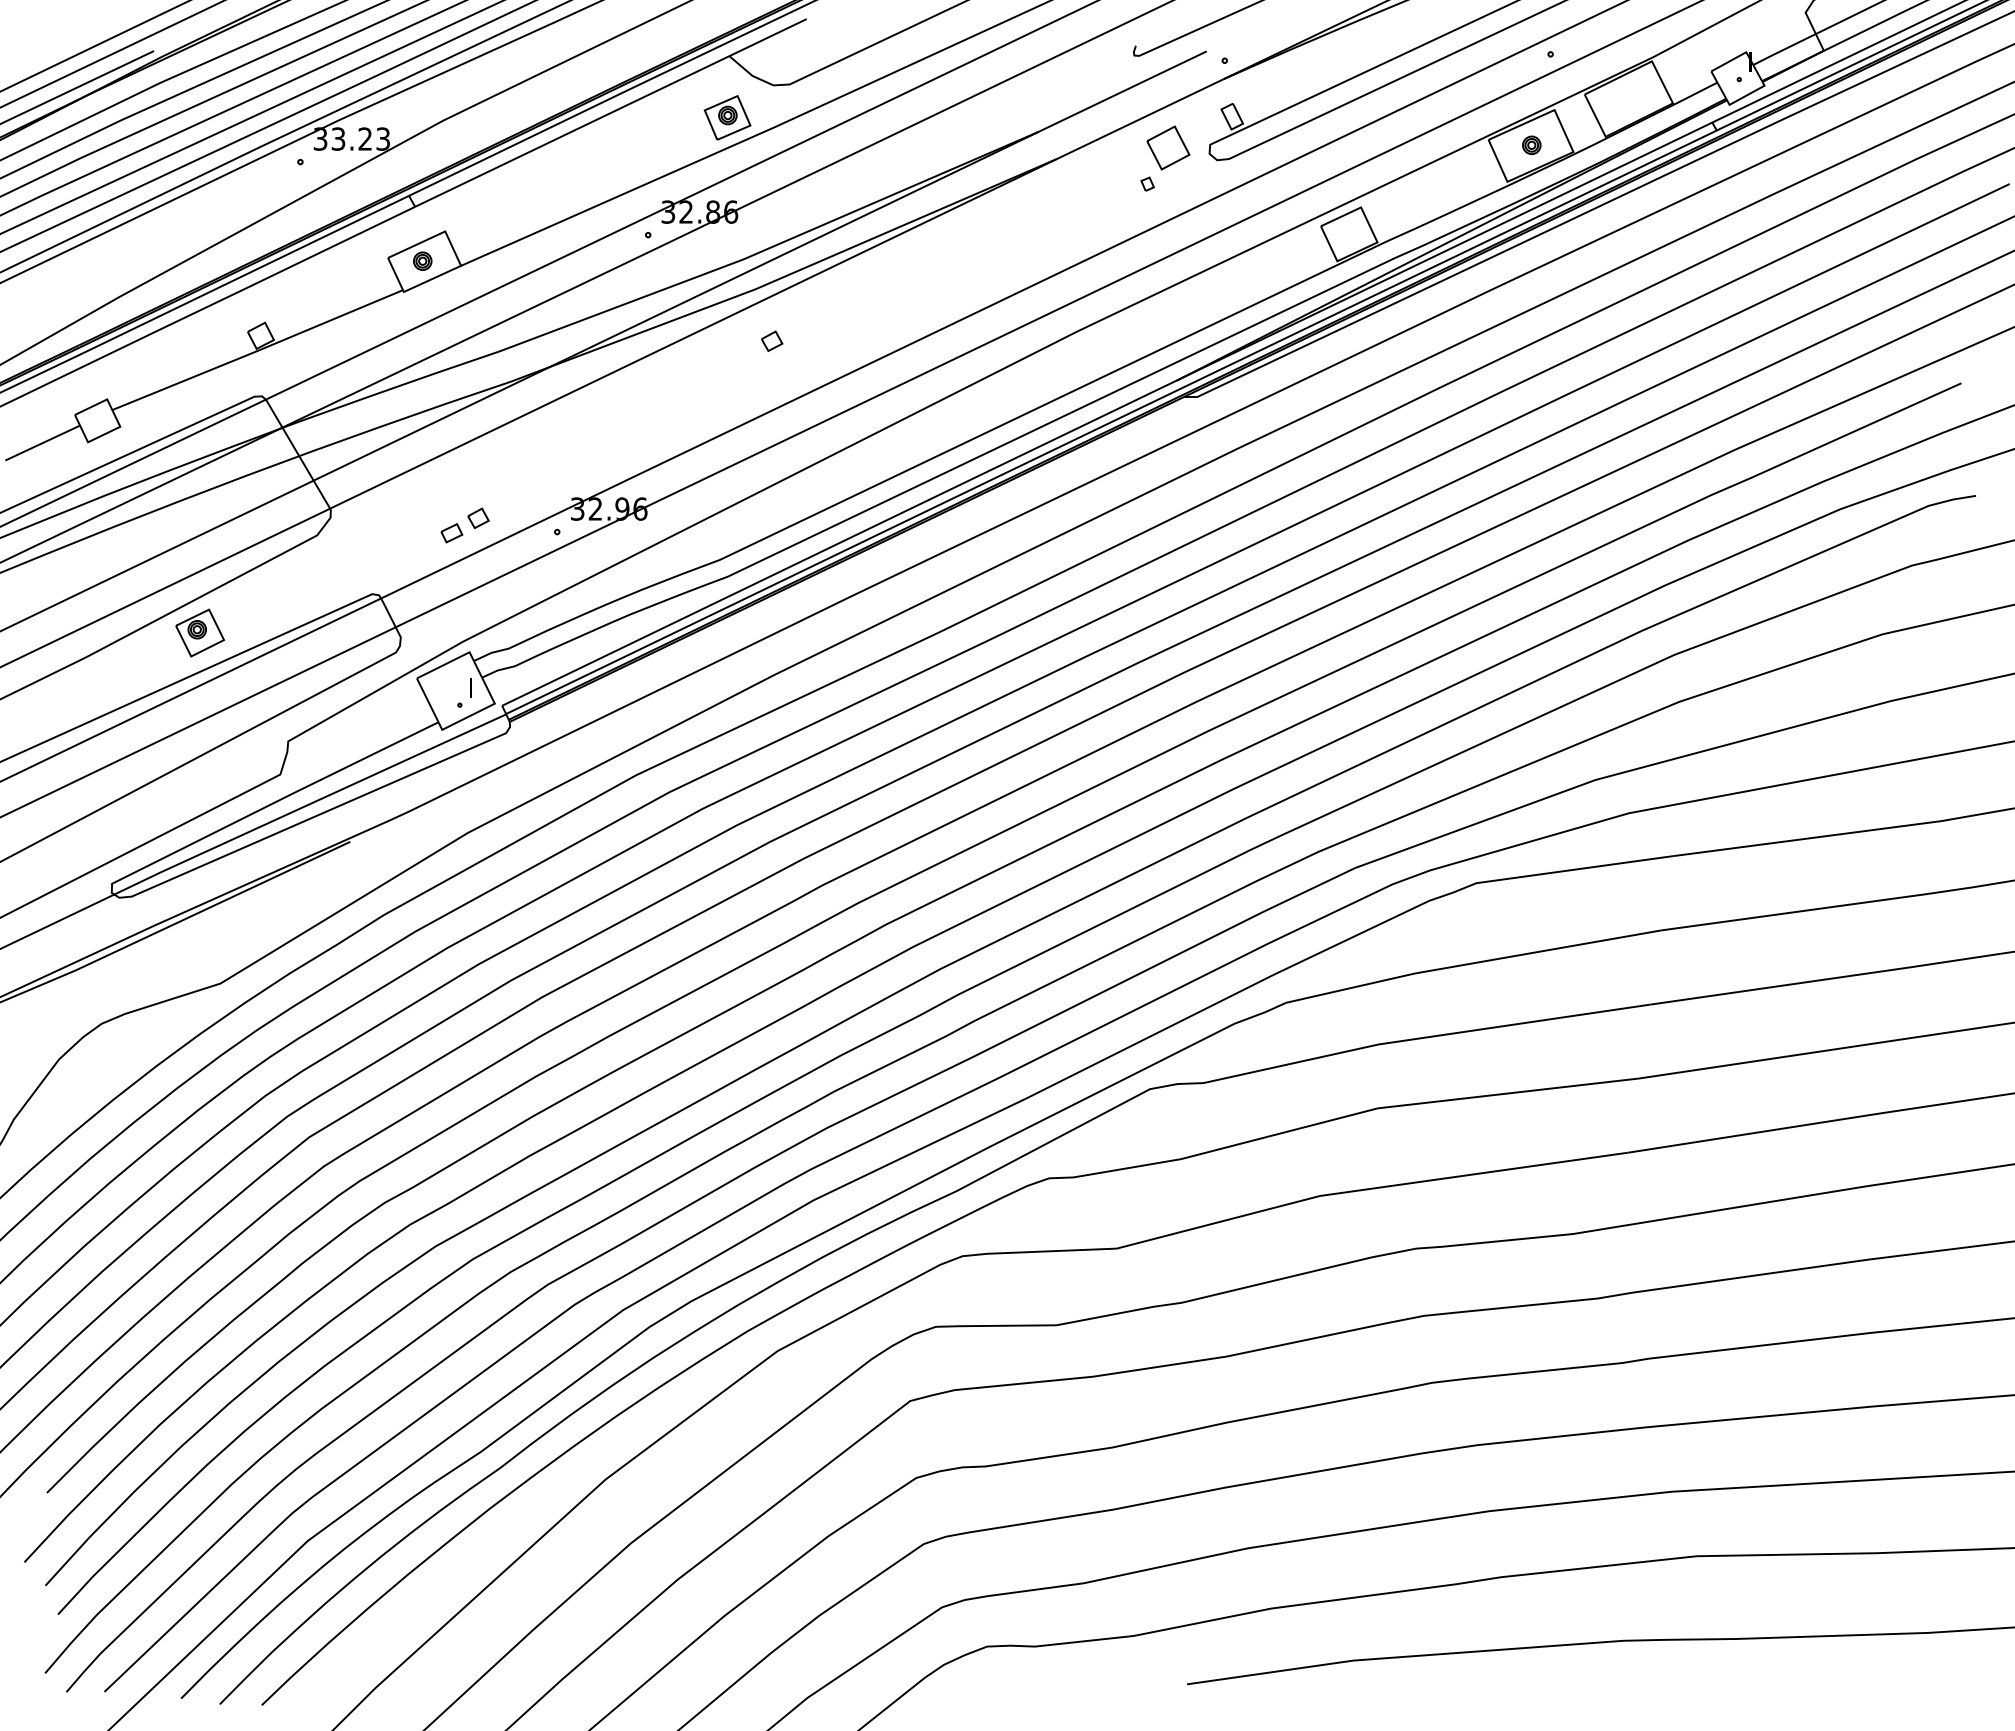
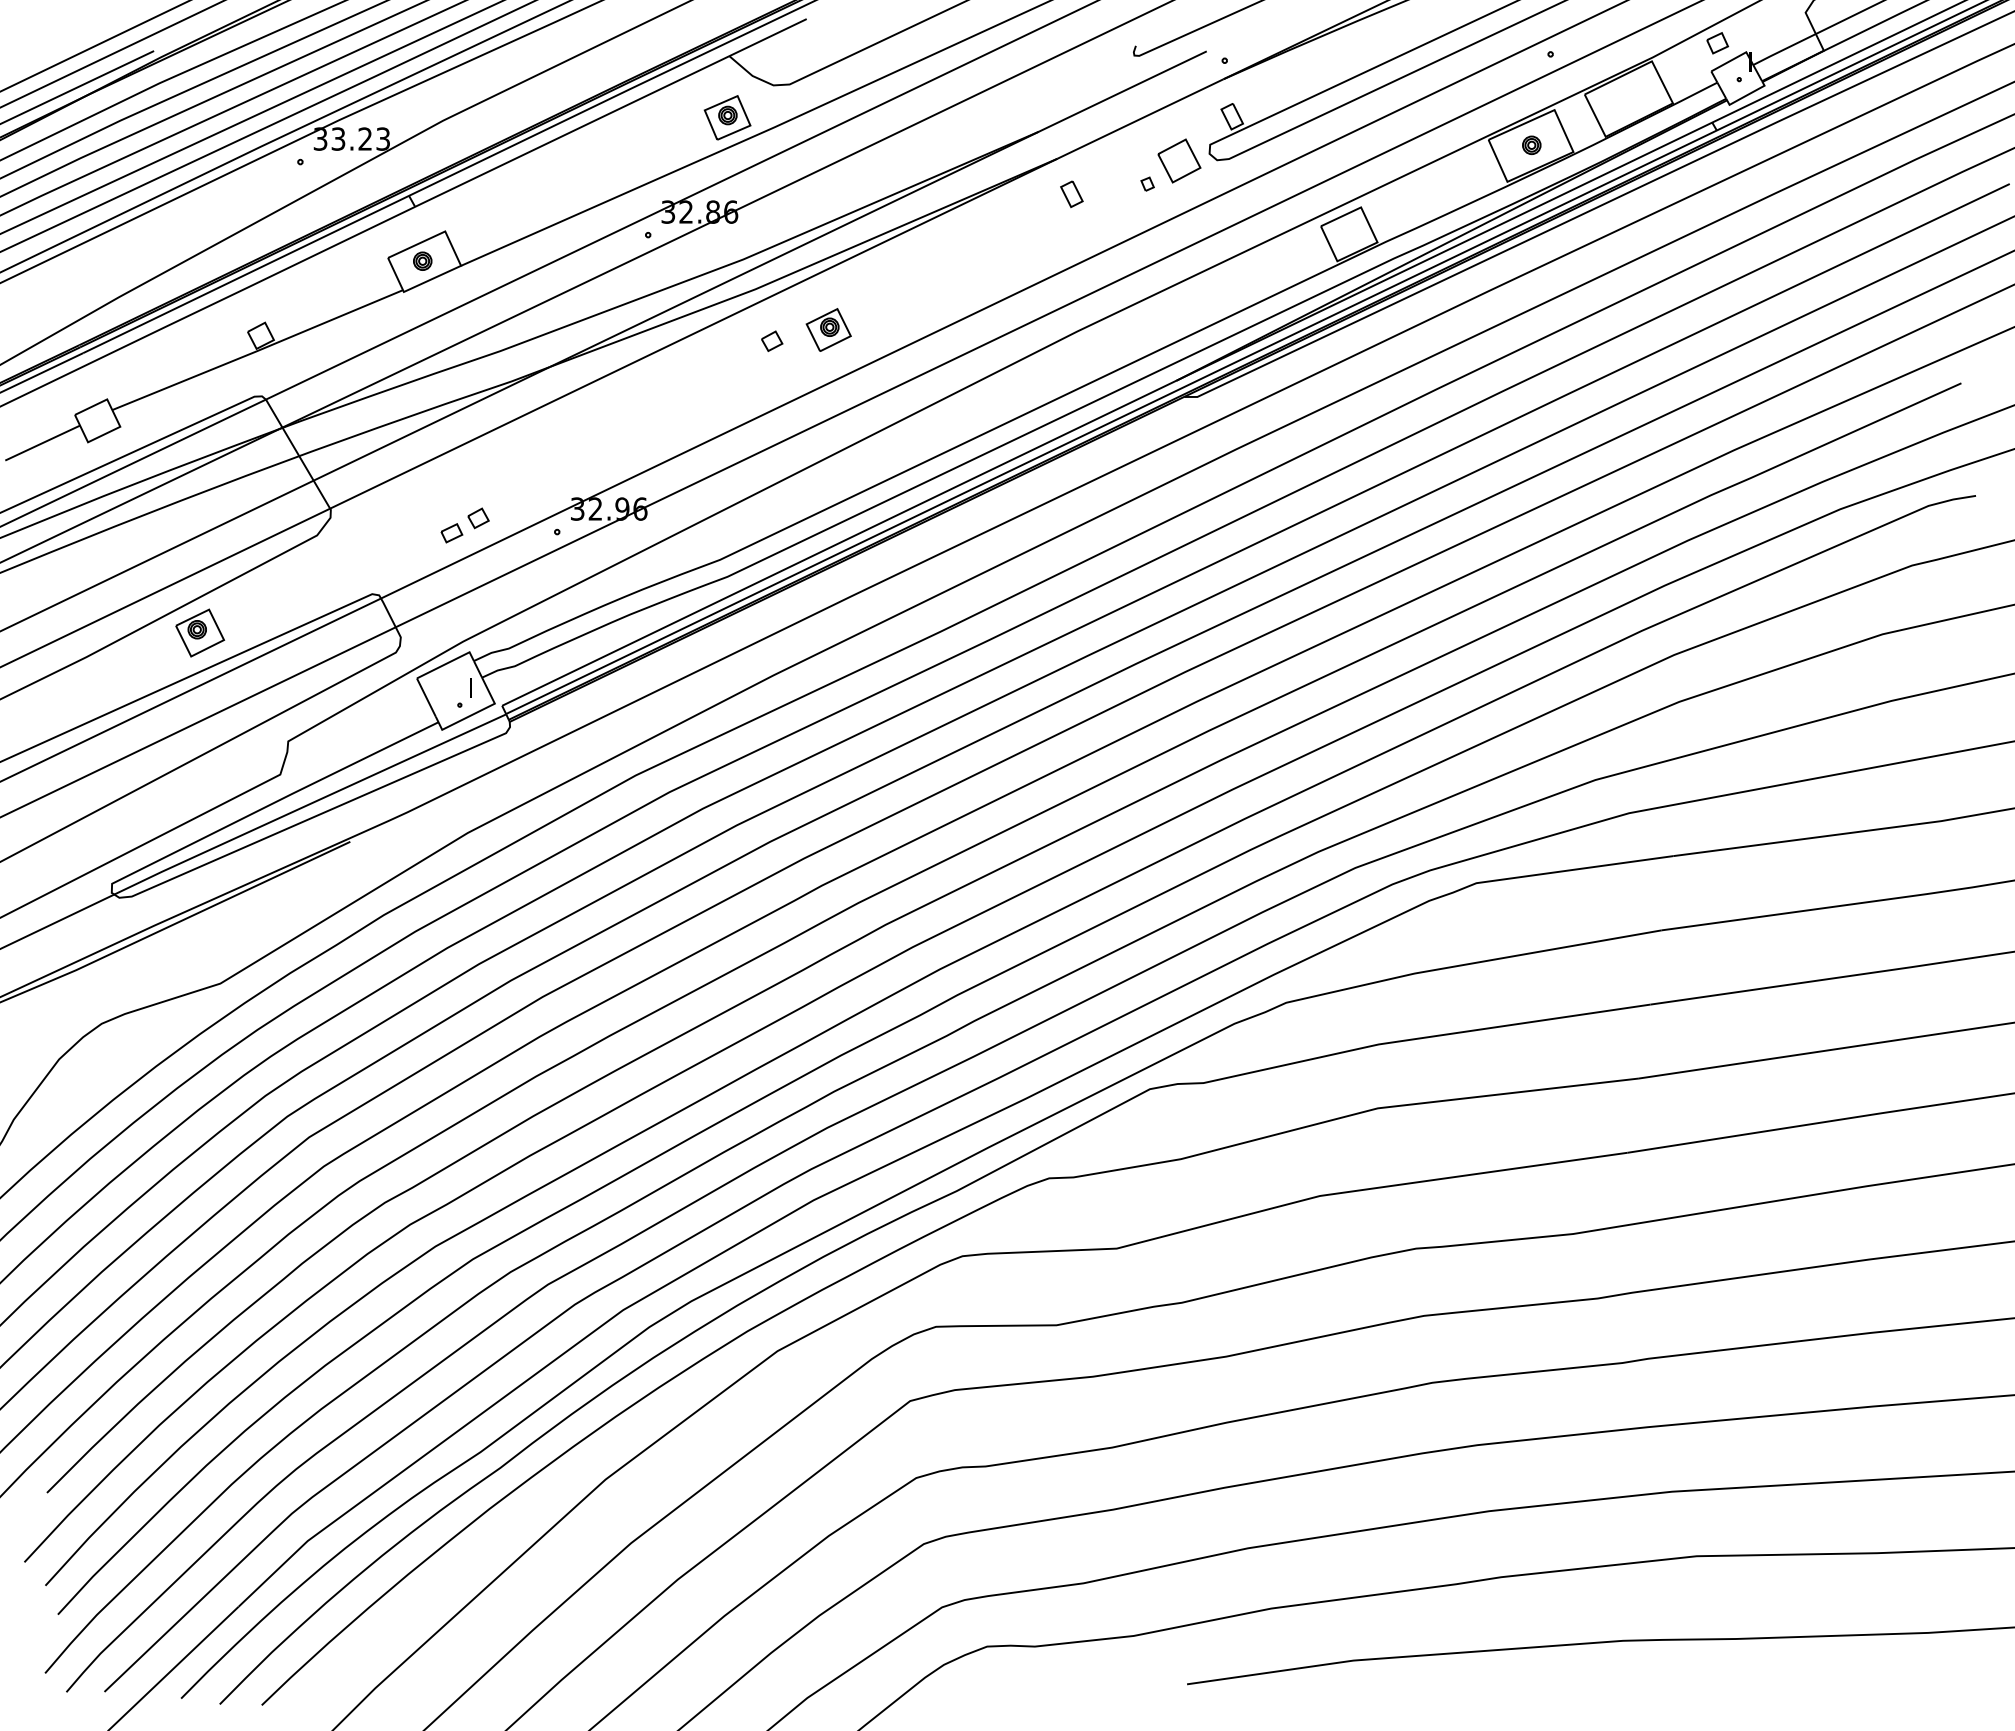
part at (1717, 43): none -> present
part at (1168, 147) position: (1168, 147) -> (1179, 160)
part at (1071, 194): none -> present
part at (828, 329): none -> present
